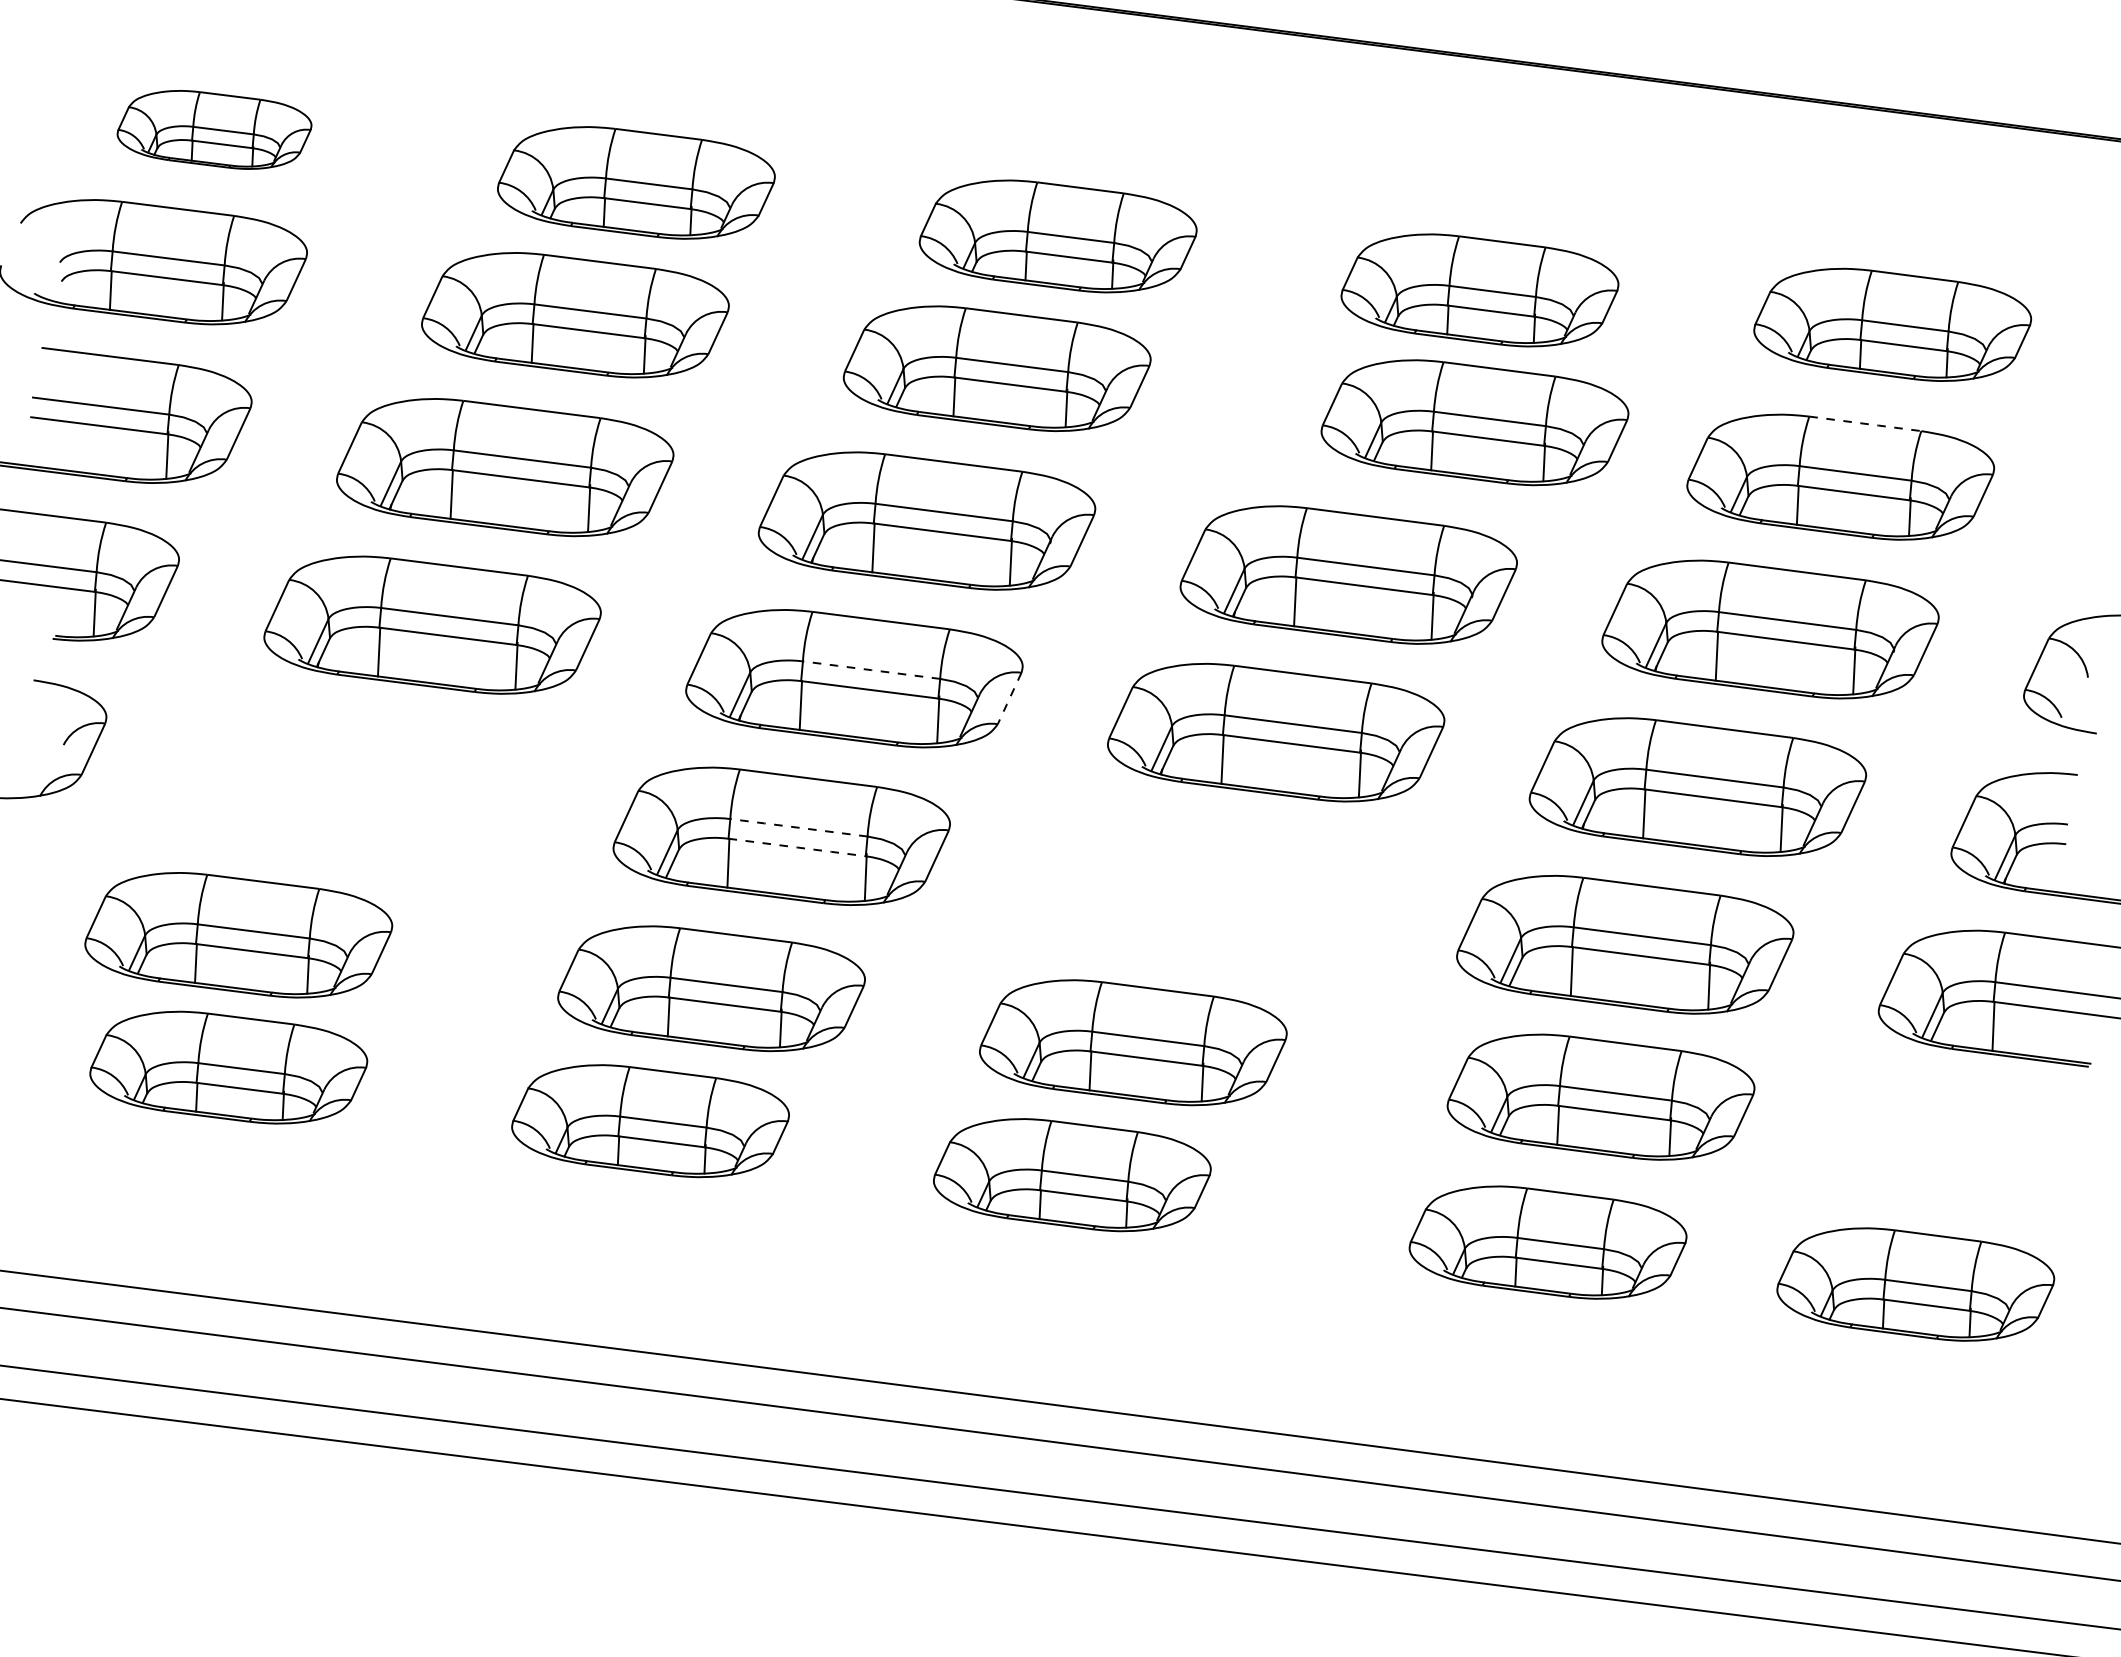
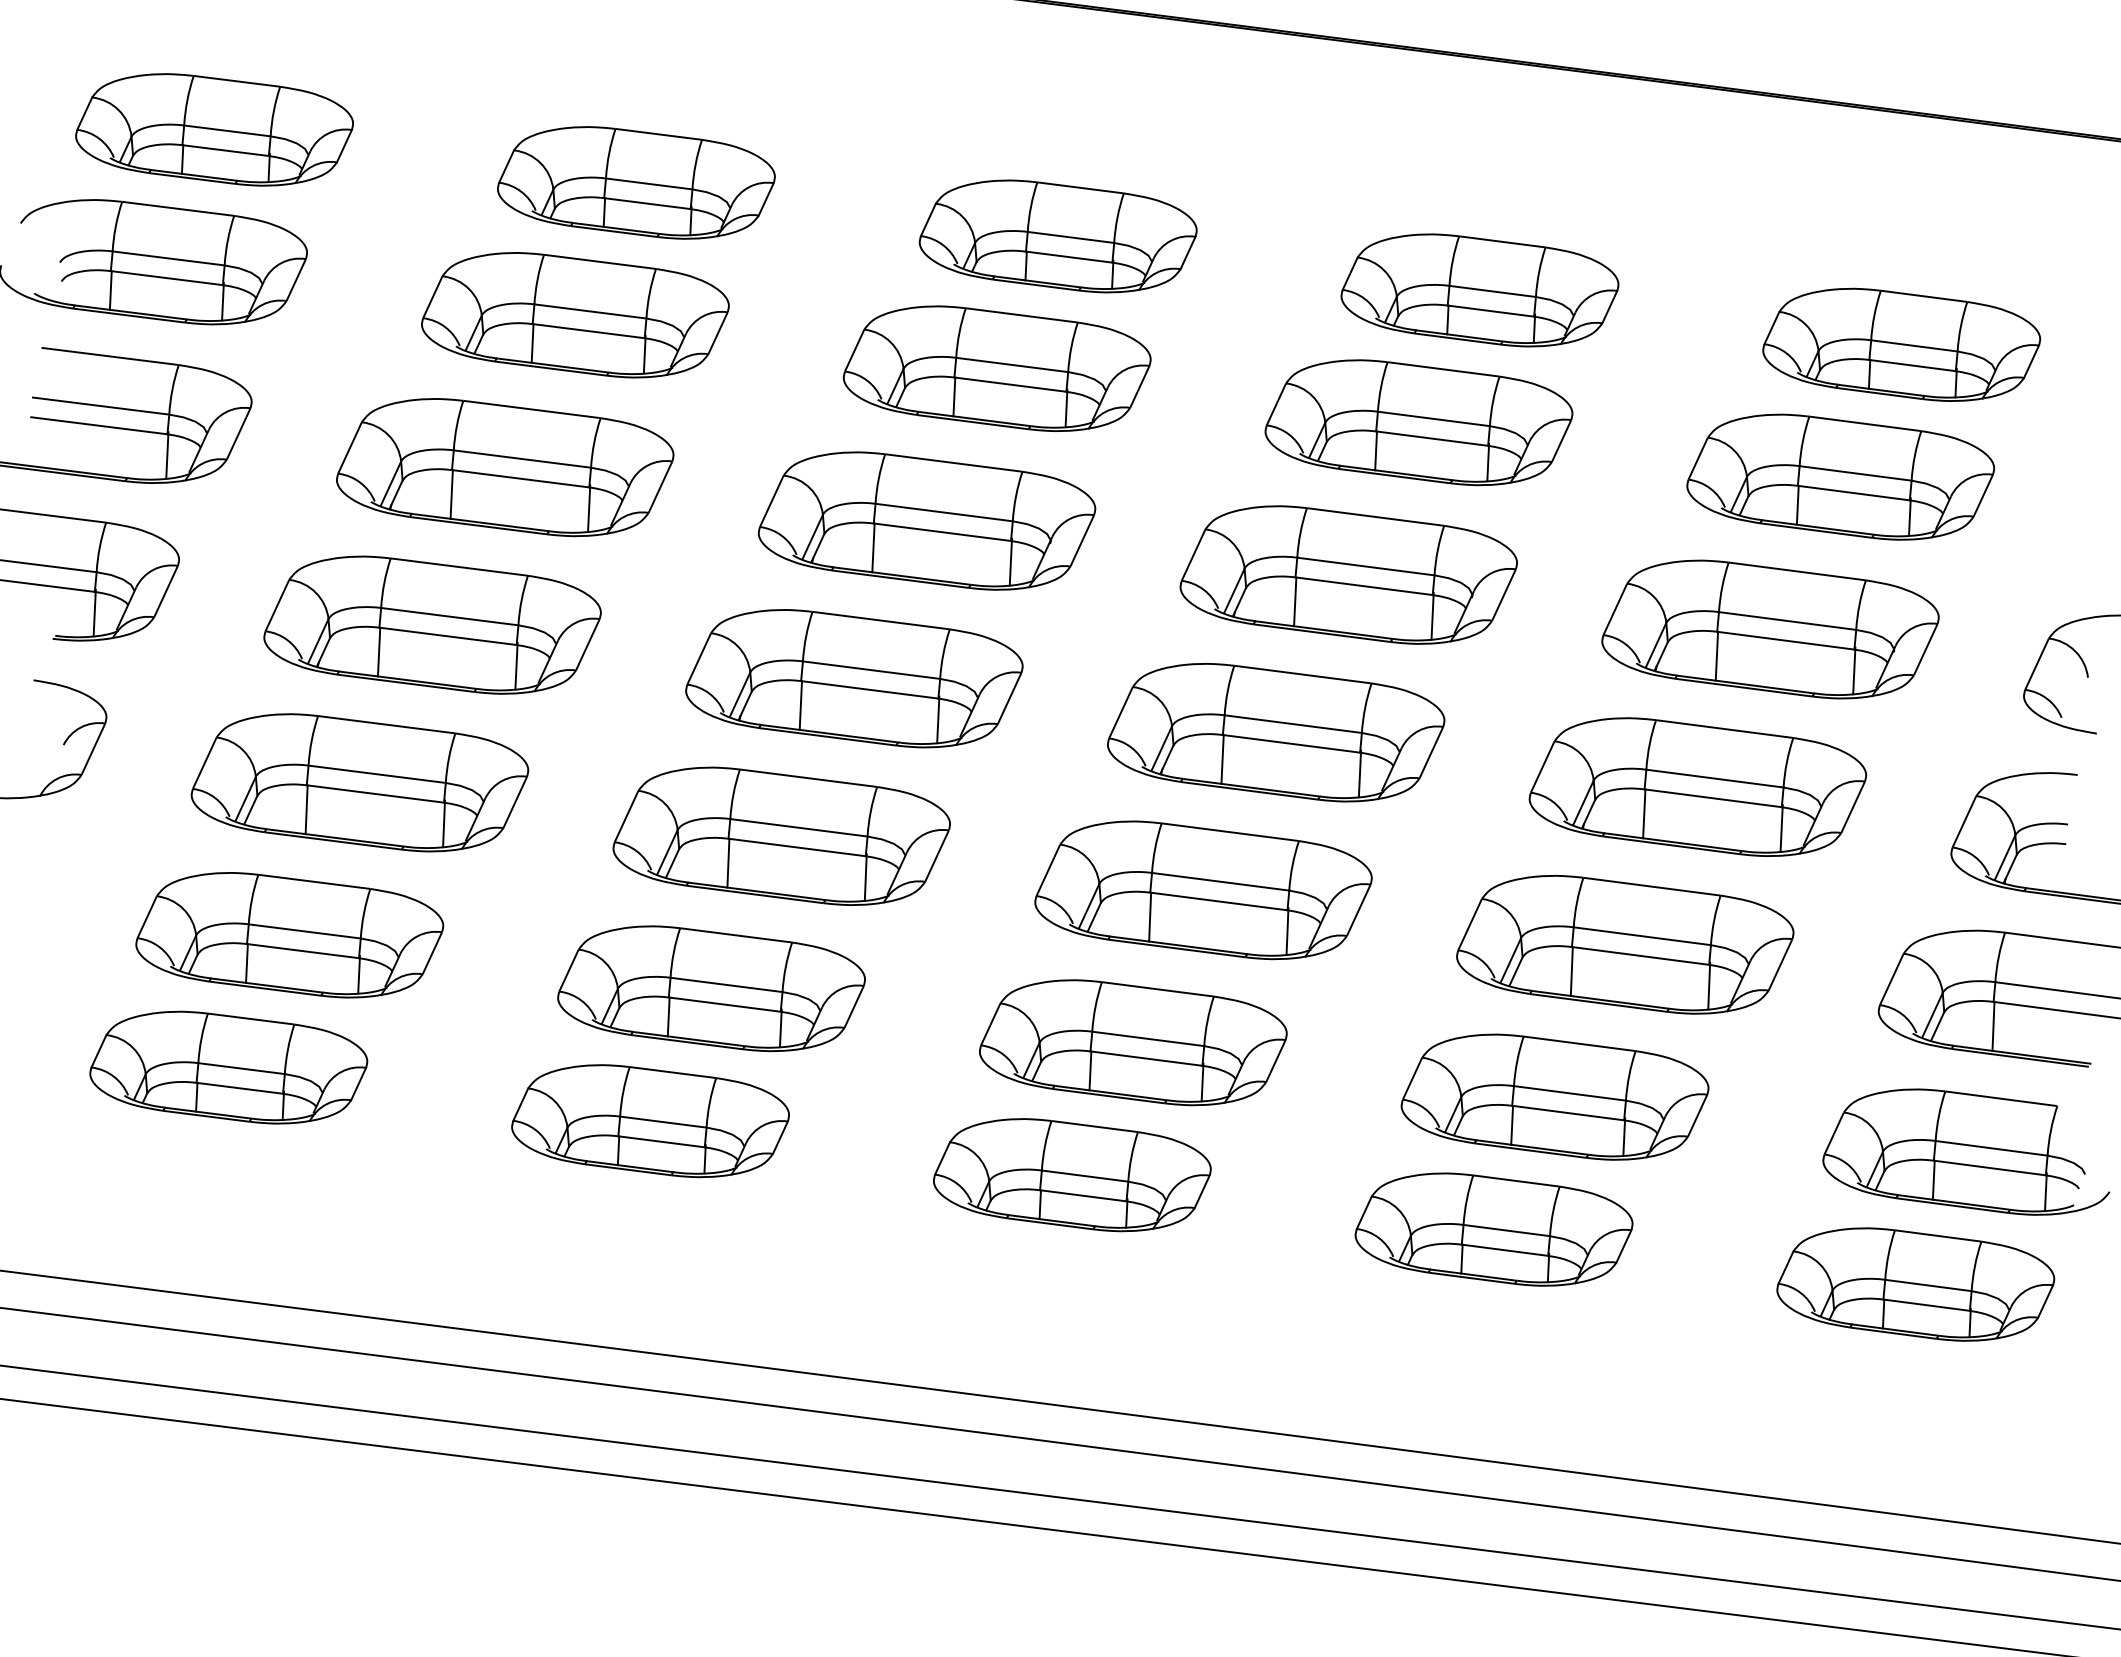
part at (214, 129) size: 197x80 px -> 279x114 px
part at (1892, 324) position: (1892, 324) -> (1901, 344)
part at (1474, 422) position: (1474, 422) -> (1418, 422)
line at (1865, 423): dashed -> solid
line at (871, 670): dashed -> solid
line at (1009, 699): dashed -> solid
part at (359, 782): none -> present
line at (798, 827): dashed -> solid
line at (797, 847): dashed -> solid
part at (1203, 890): none -> present
part at (238, 935) position: (238, 935) -> (289, 935)
part at (1600, 1096) position: (1600, 1096) -> (1554, 1096)
part at (1966, 1151): none -> present
part at (1547, 1242) position: (1547, 1242) -> (1493, 1229)
